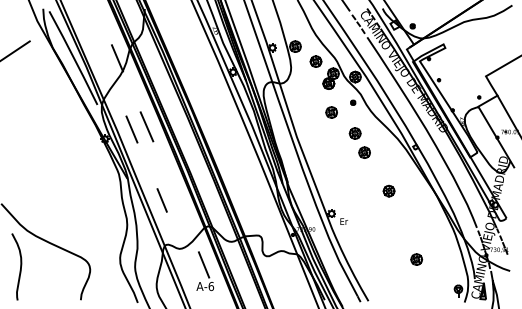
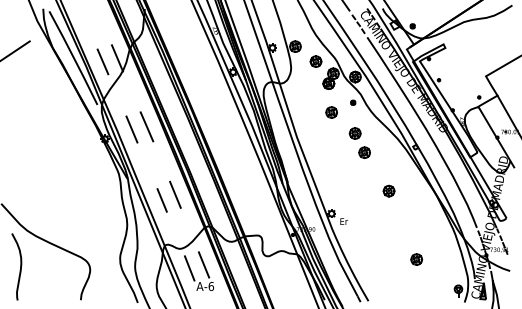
line at (102, 61): none -> present
line at (175, 194): none -> present
line at (189, 268): none -> present
